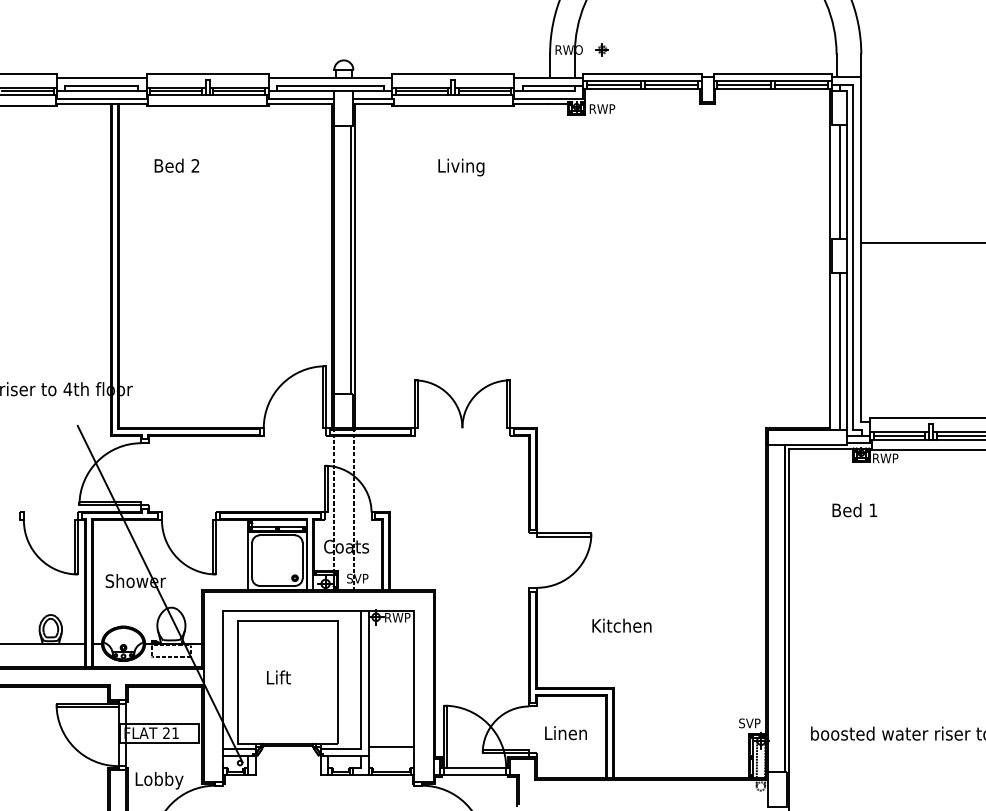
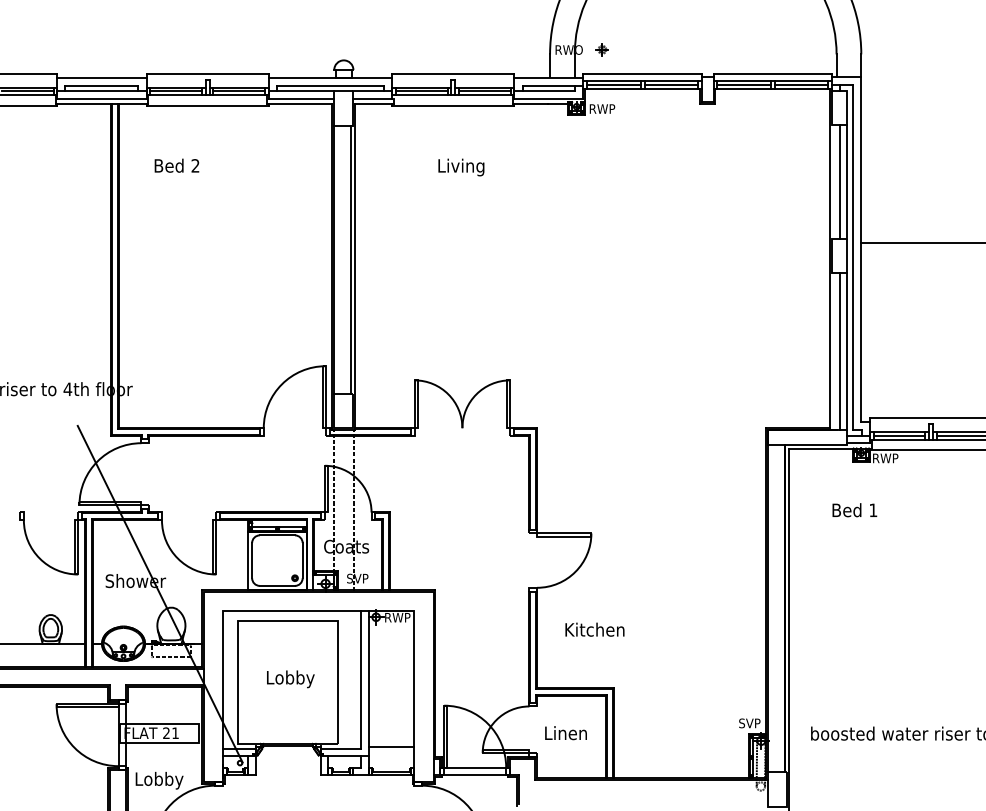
text at (621, 625) position: (621, 625) -> (594, 629)
text at (294, 679): Lift -> Lobby
